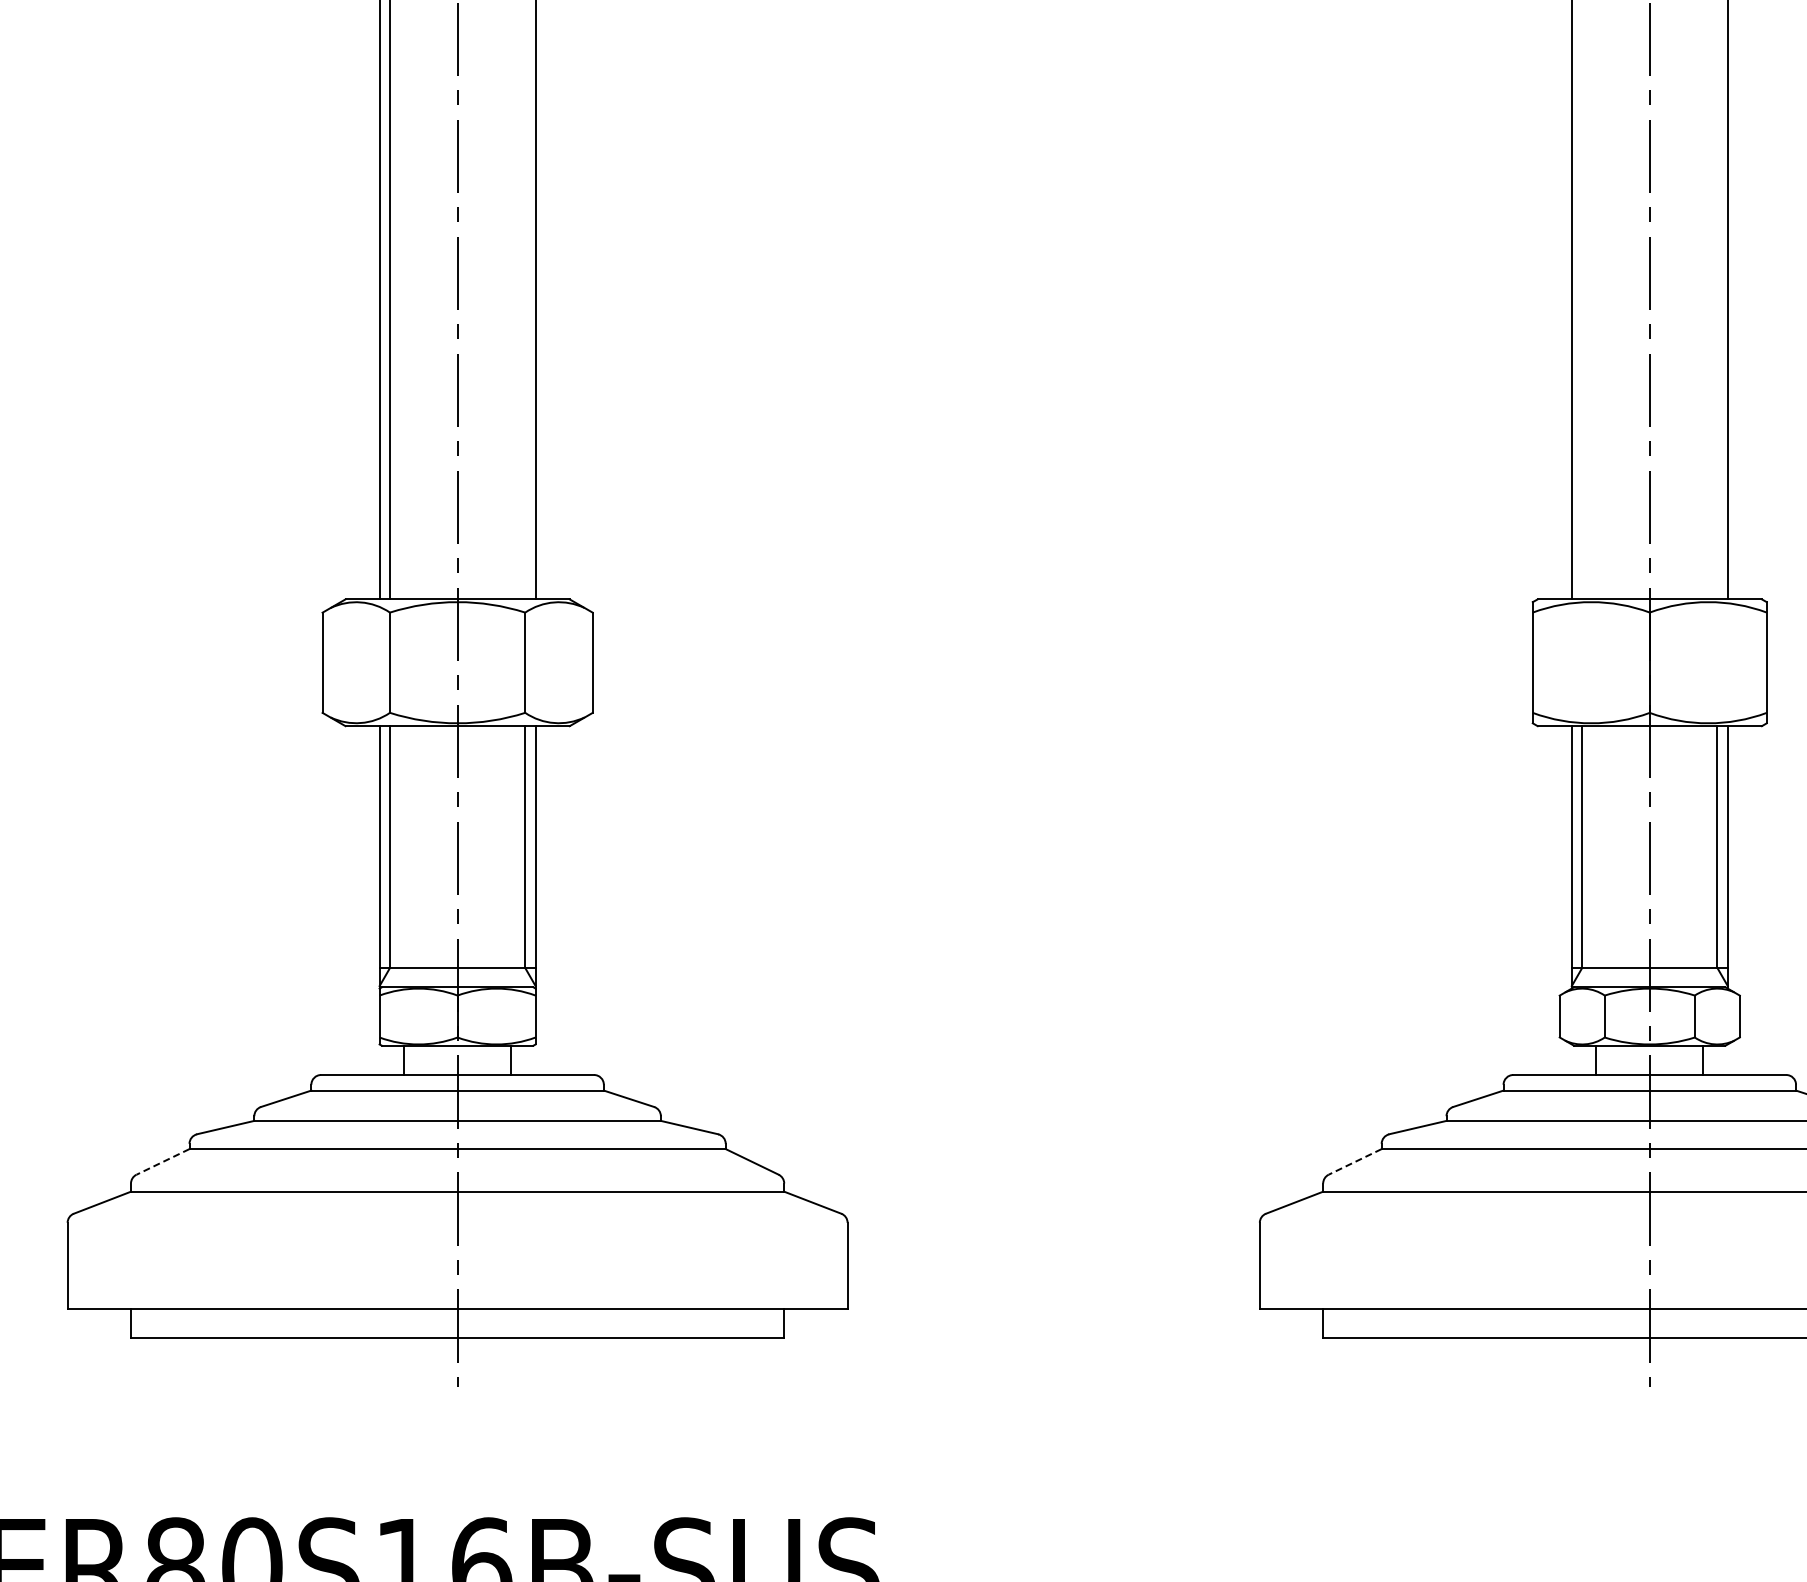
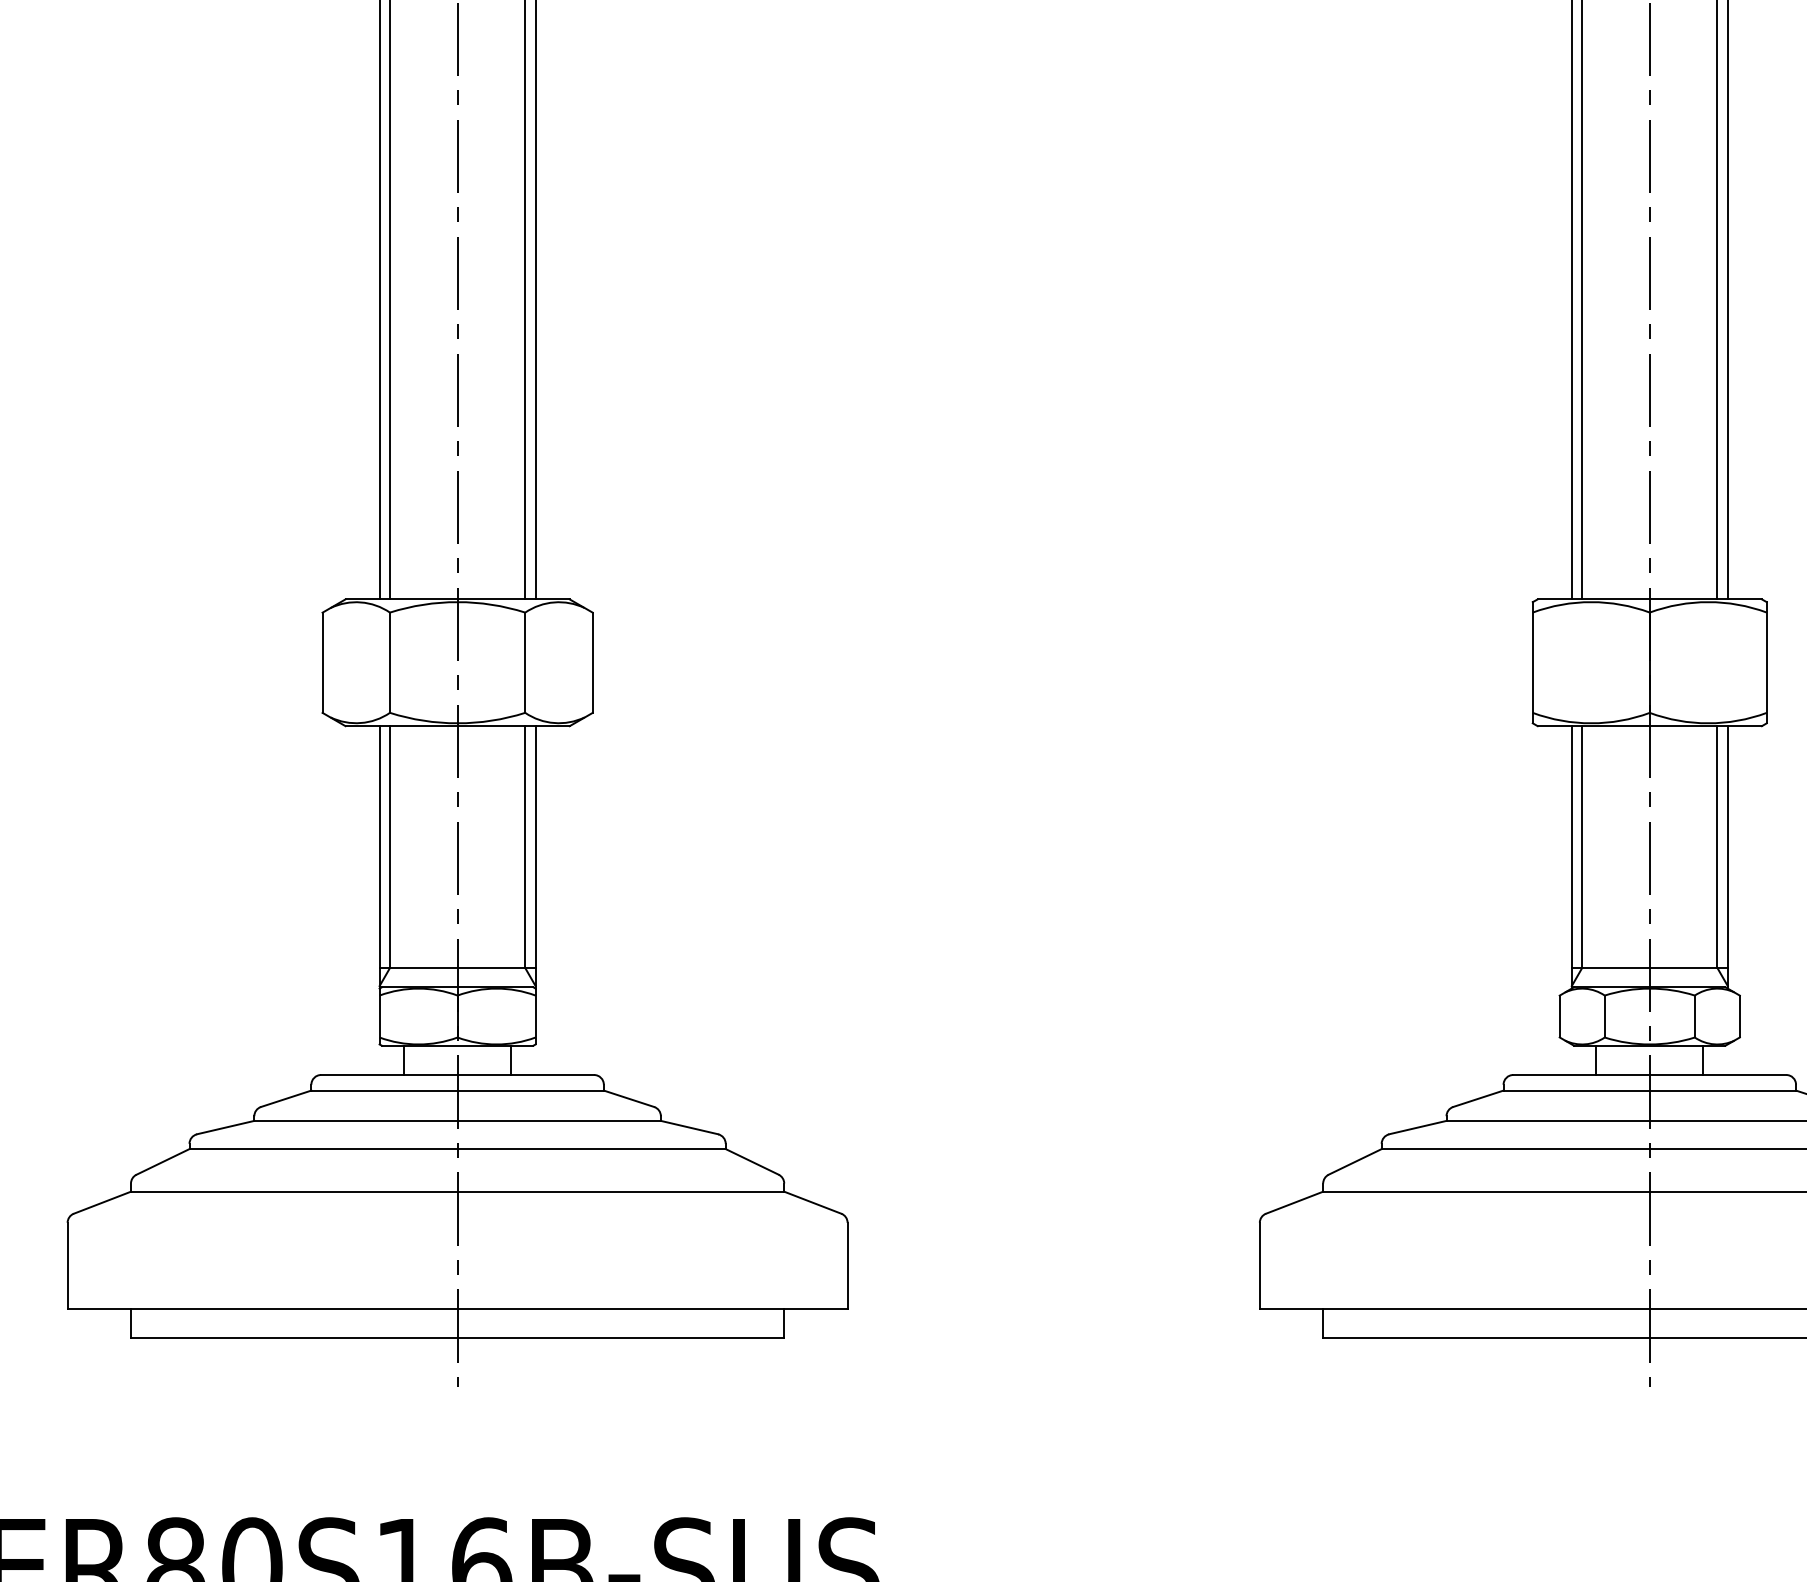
line at (525, 300): none -> present
line at (1582, 300): none -> present
line at (1717, 300): none -> present
line at (162, 1162): dashed -> solid
line at (1354, 1162): dashed -> solid
